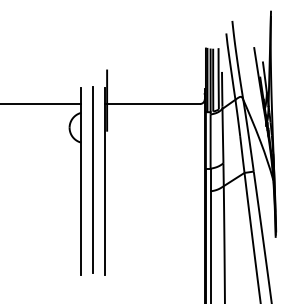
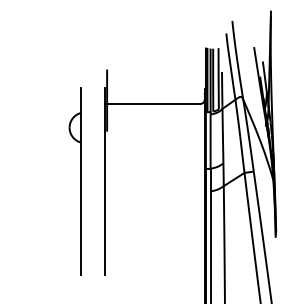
line at (41, 104): present -> none
line at (93, 179): present -> none
